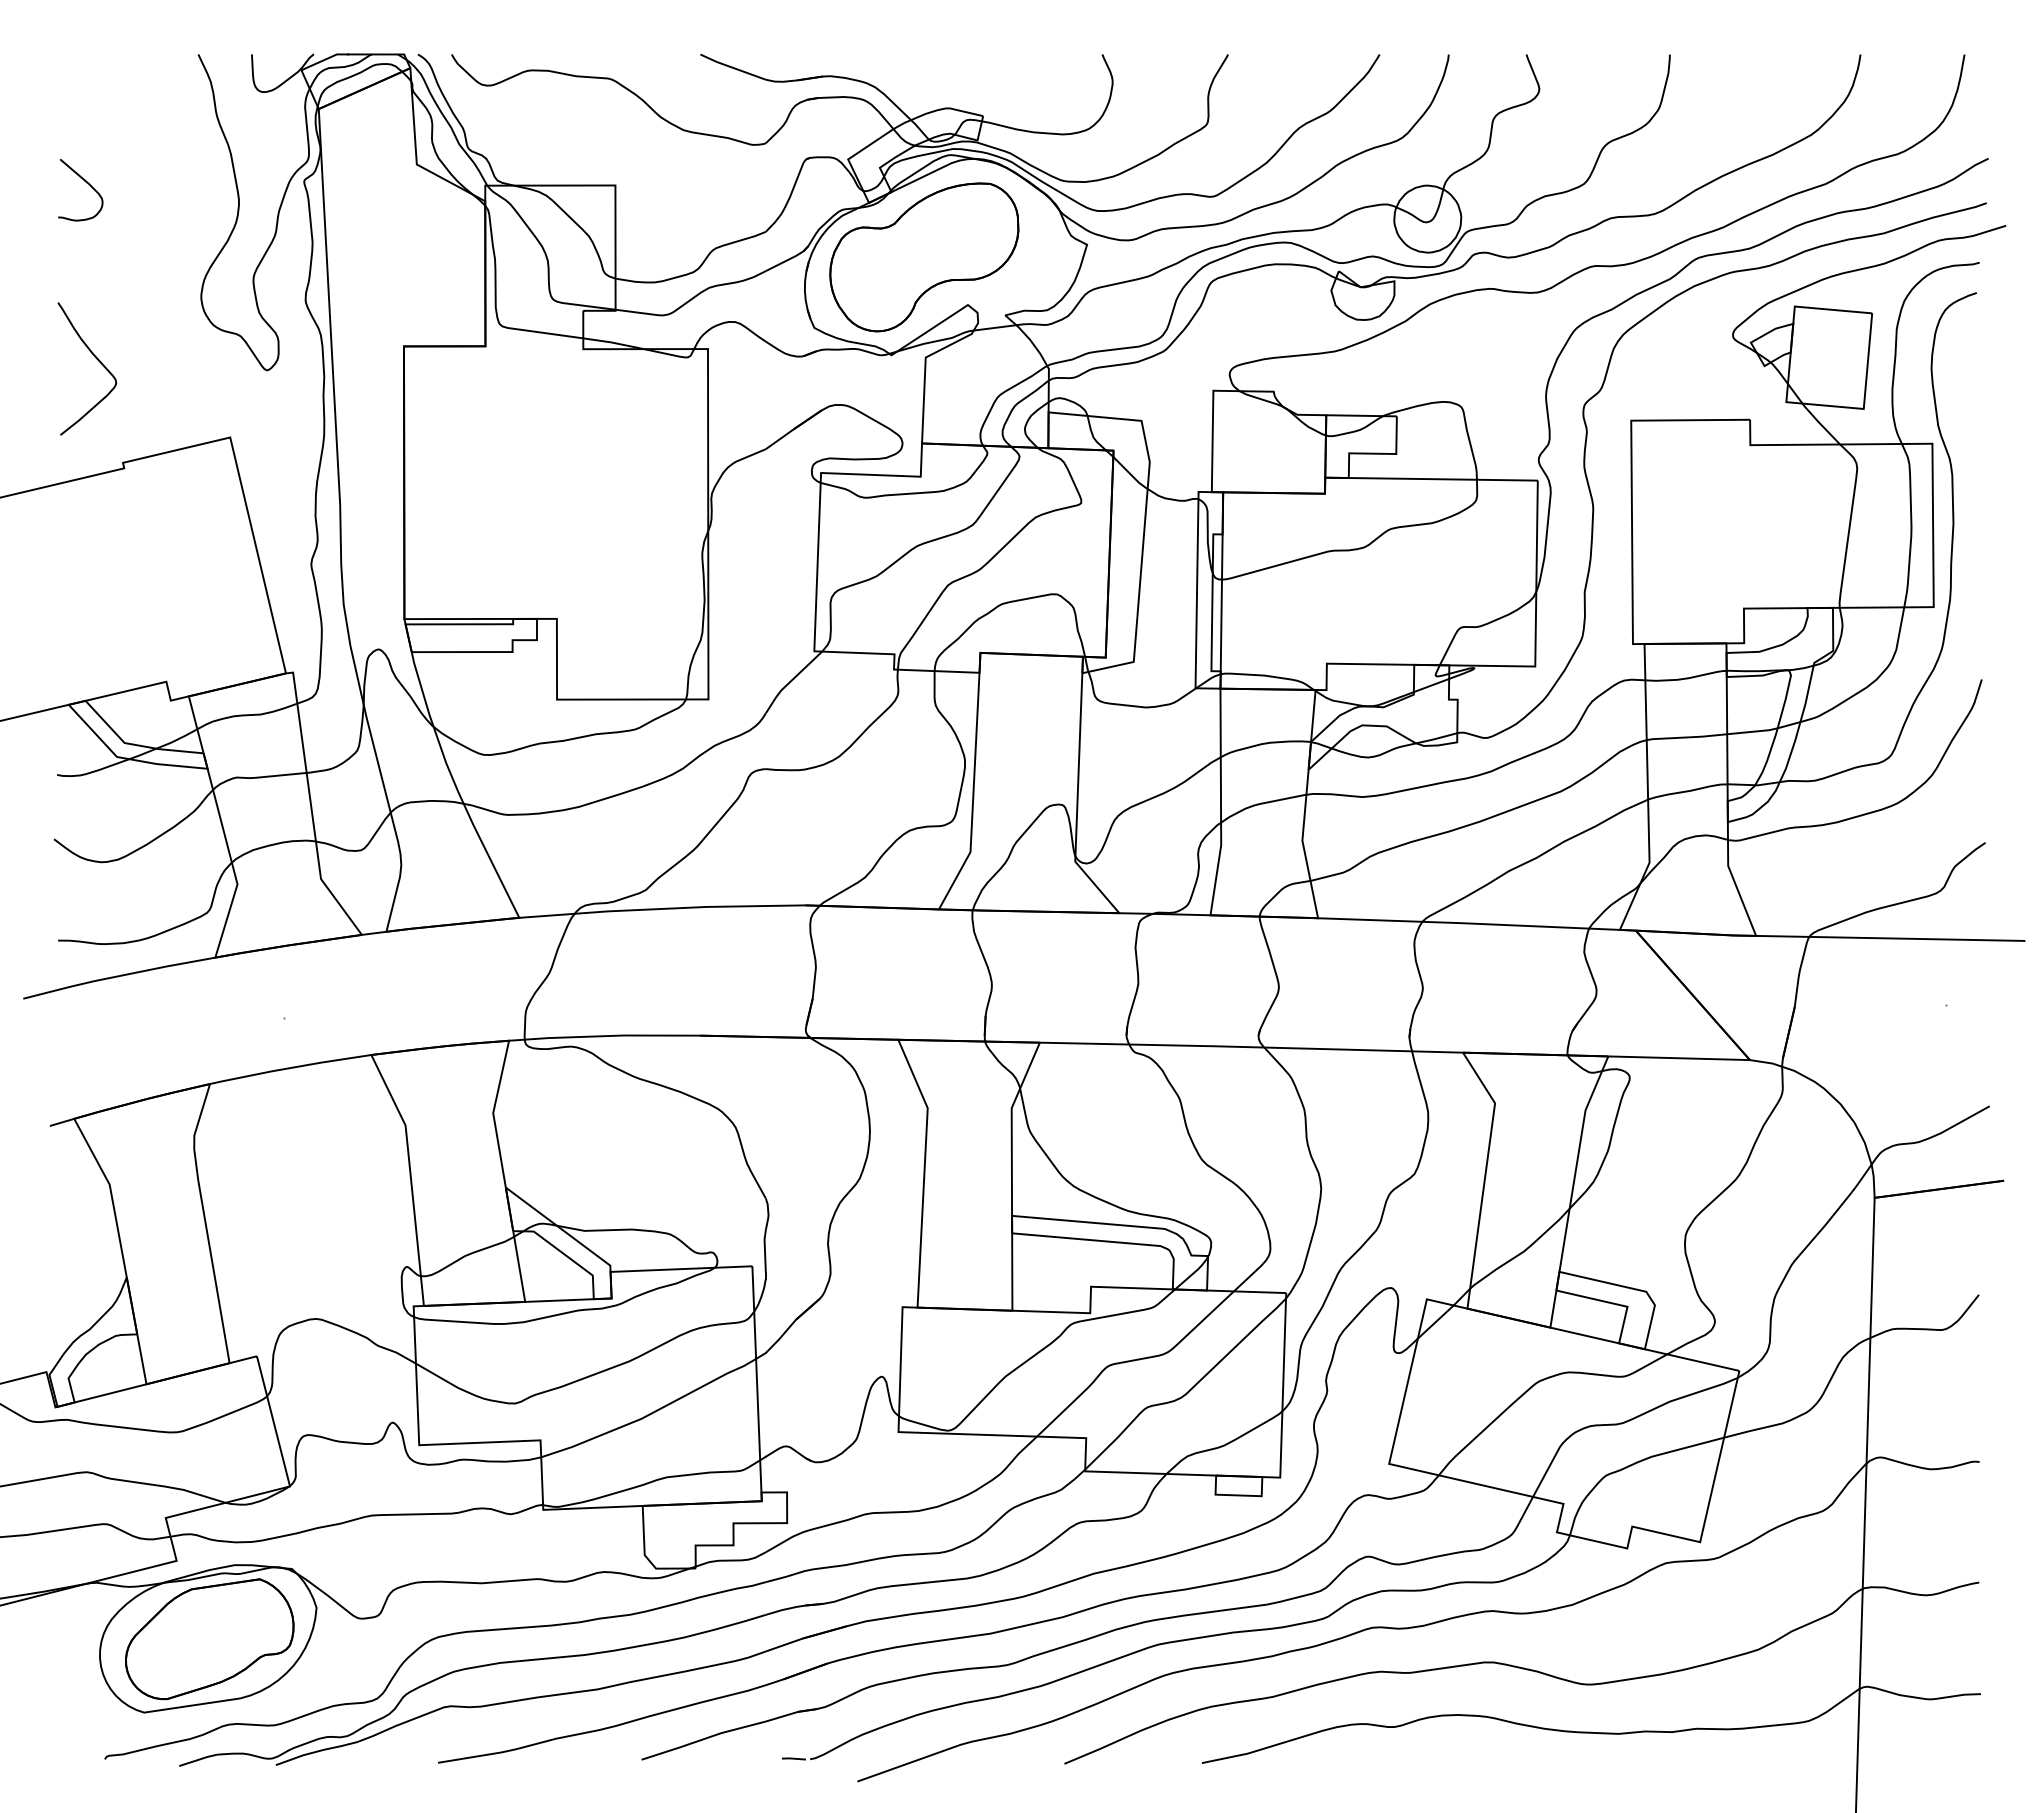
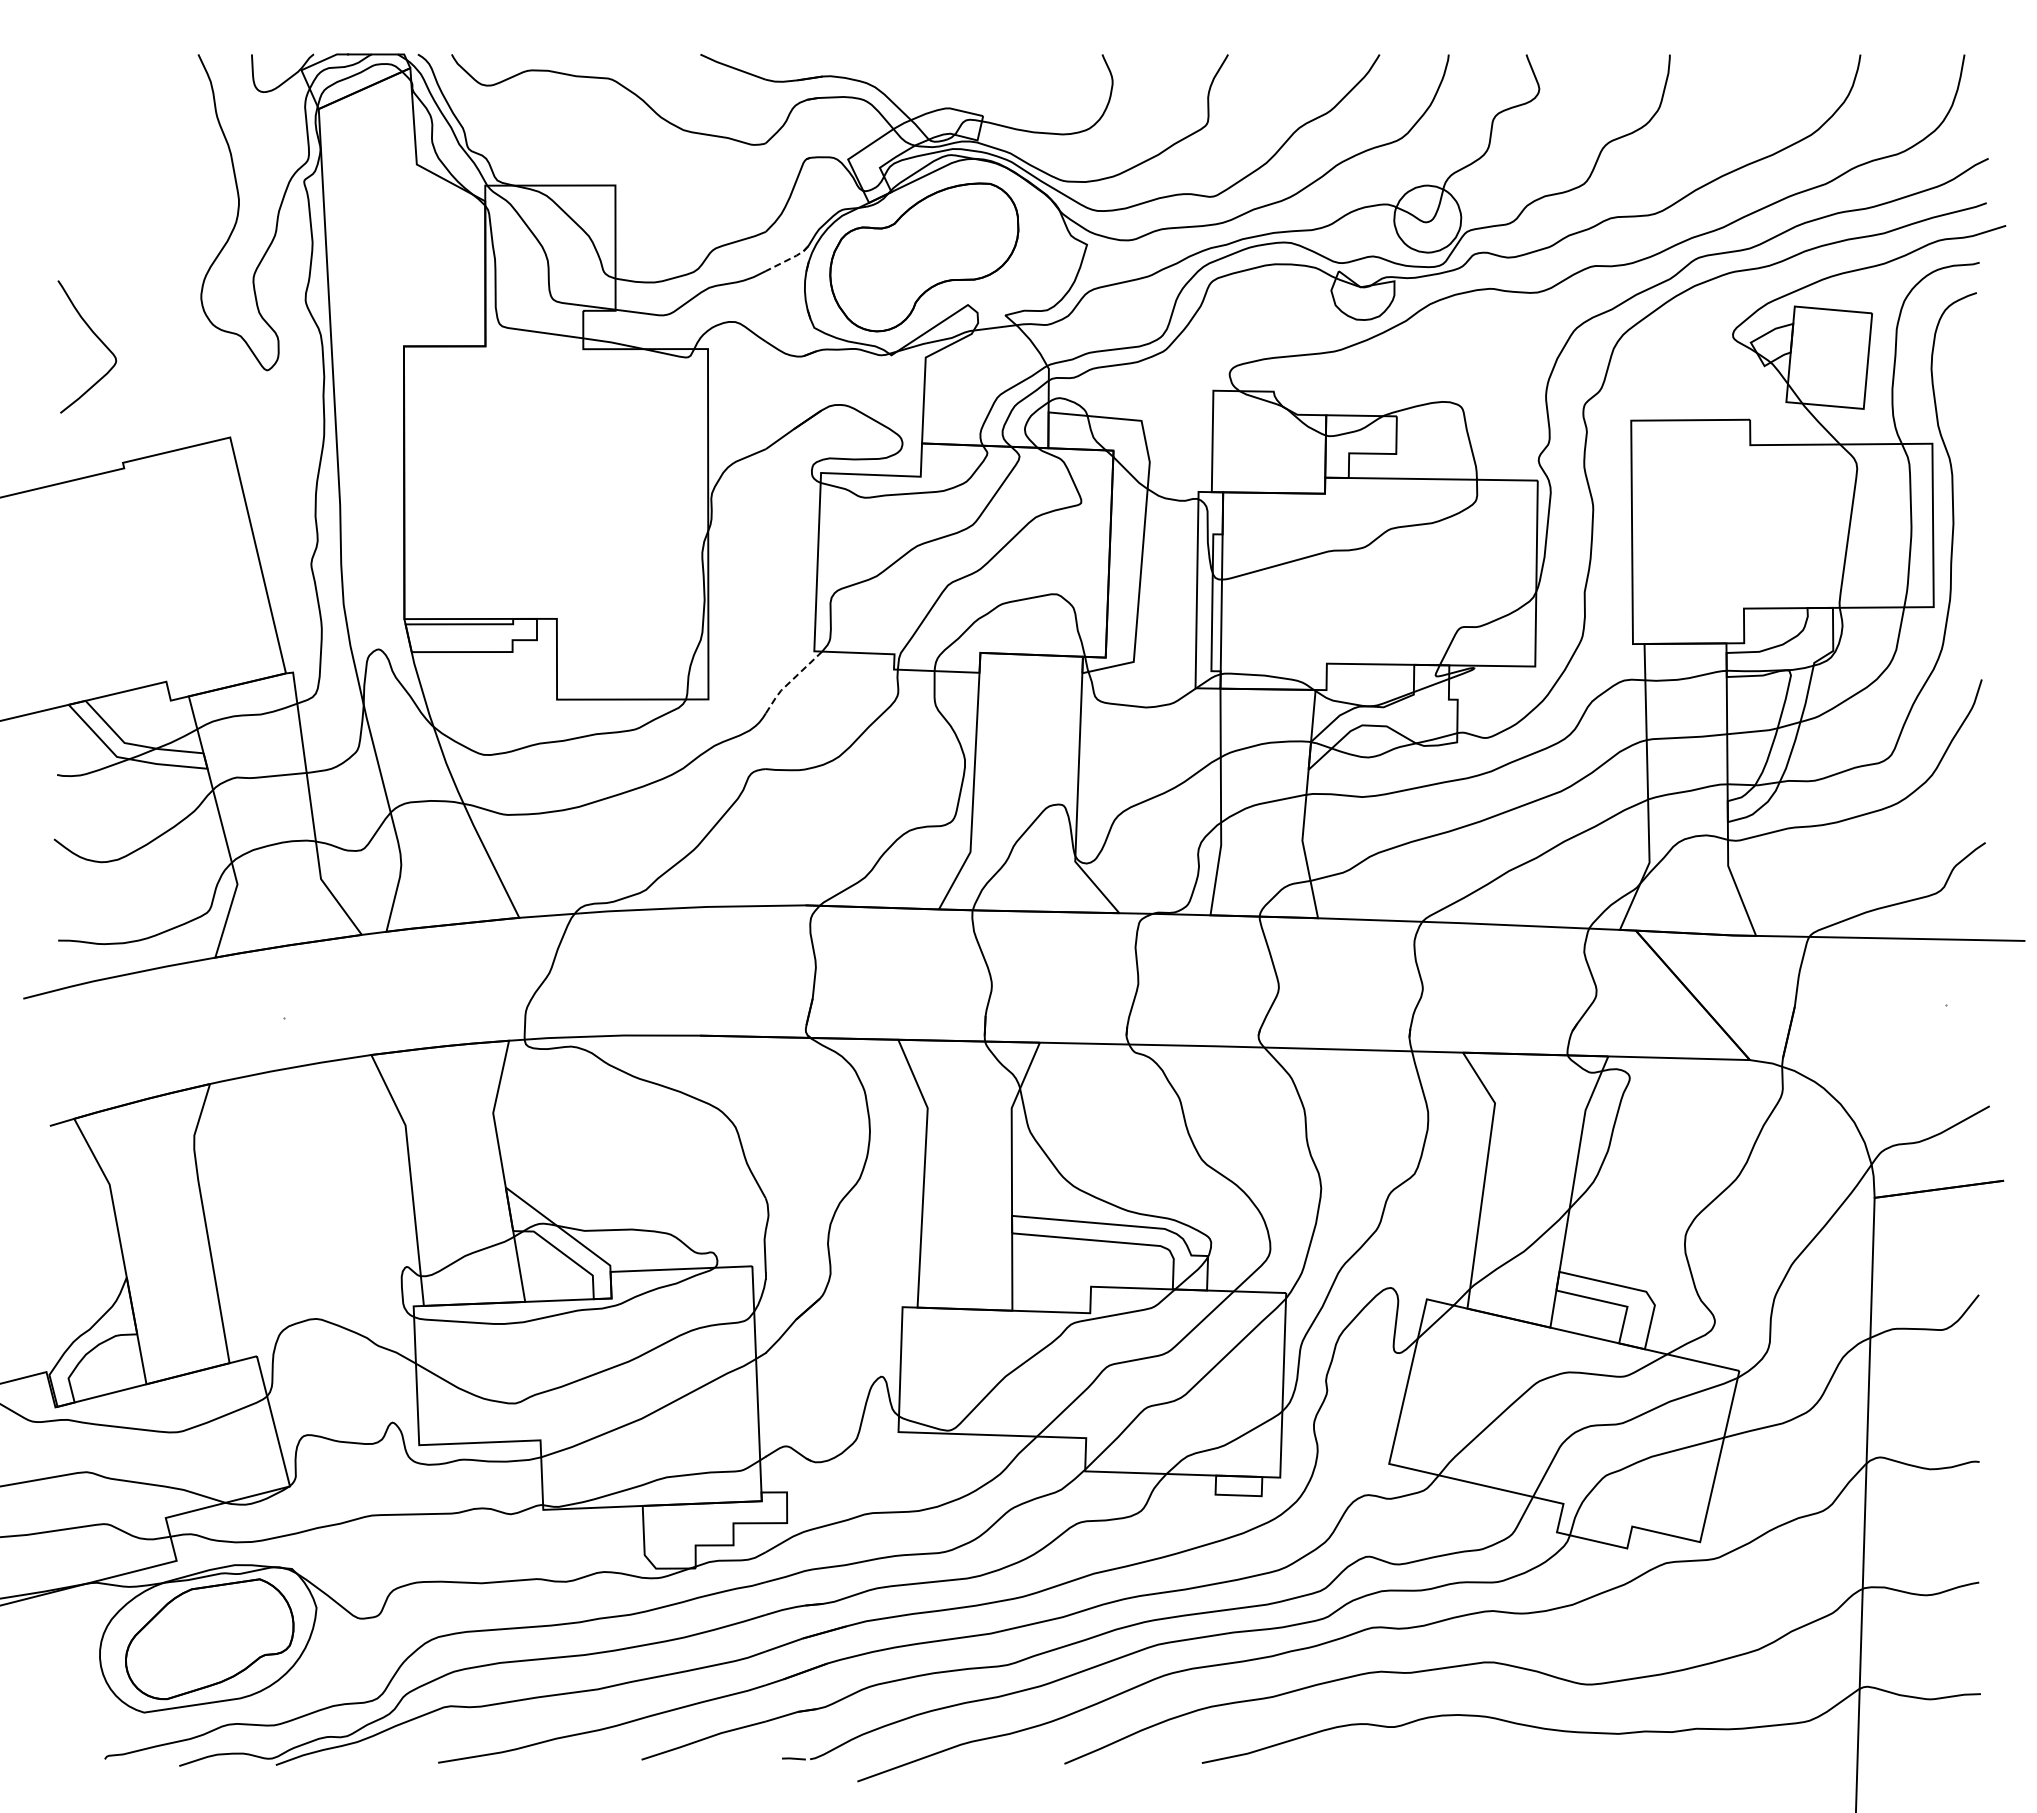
curve at (86, 183): present -> none
line at (788, 259): solid -> dashed
curve at (96, 359) position: (96, 359) -> (96, 337)
line at (790, 681): solid -> dashed
